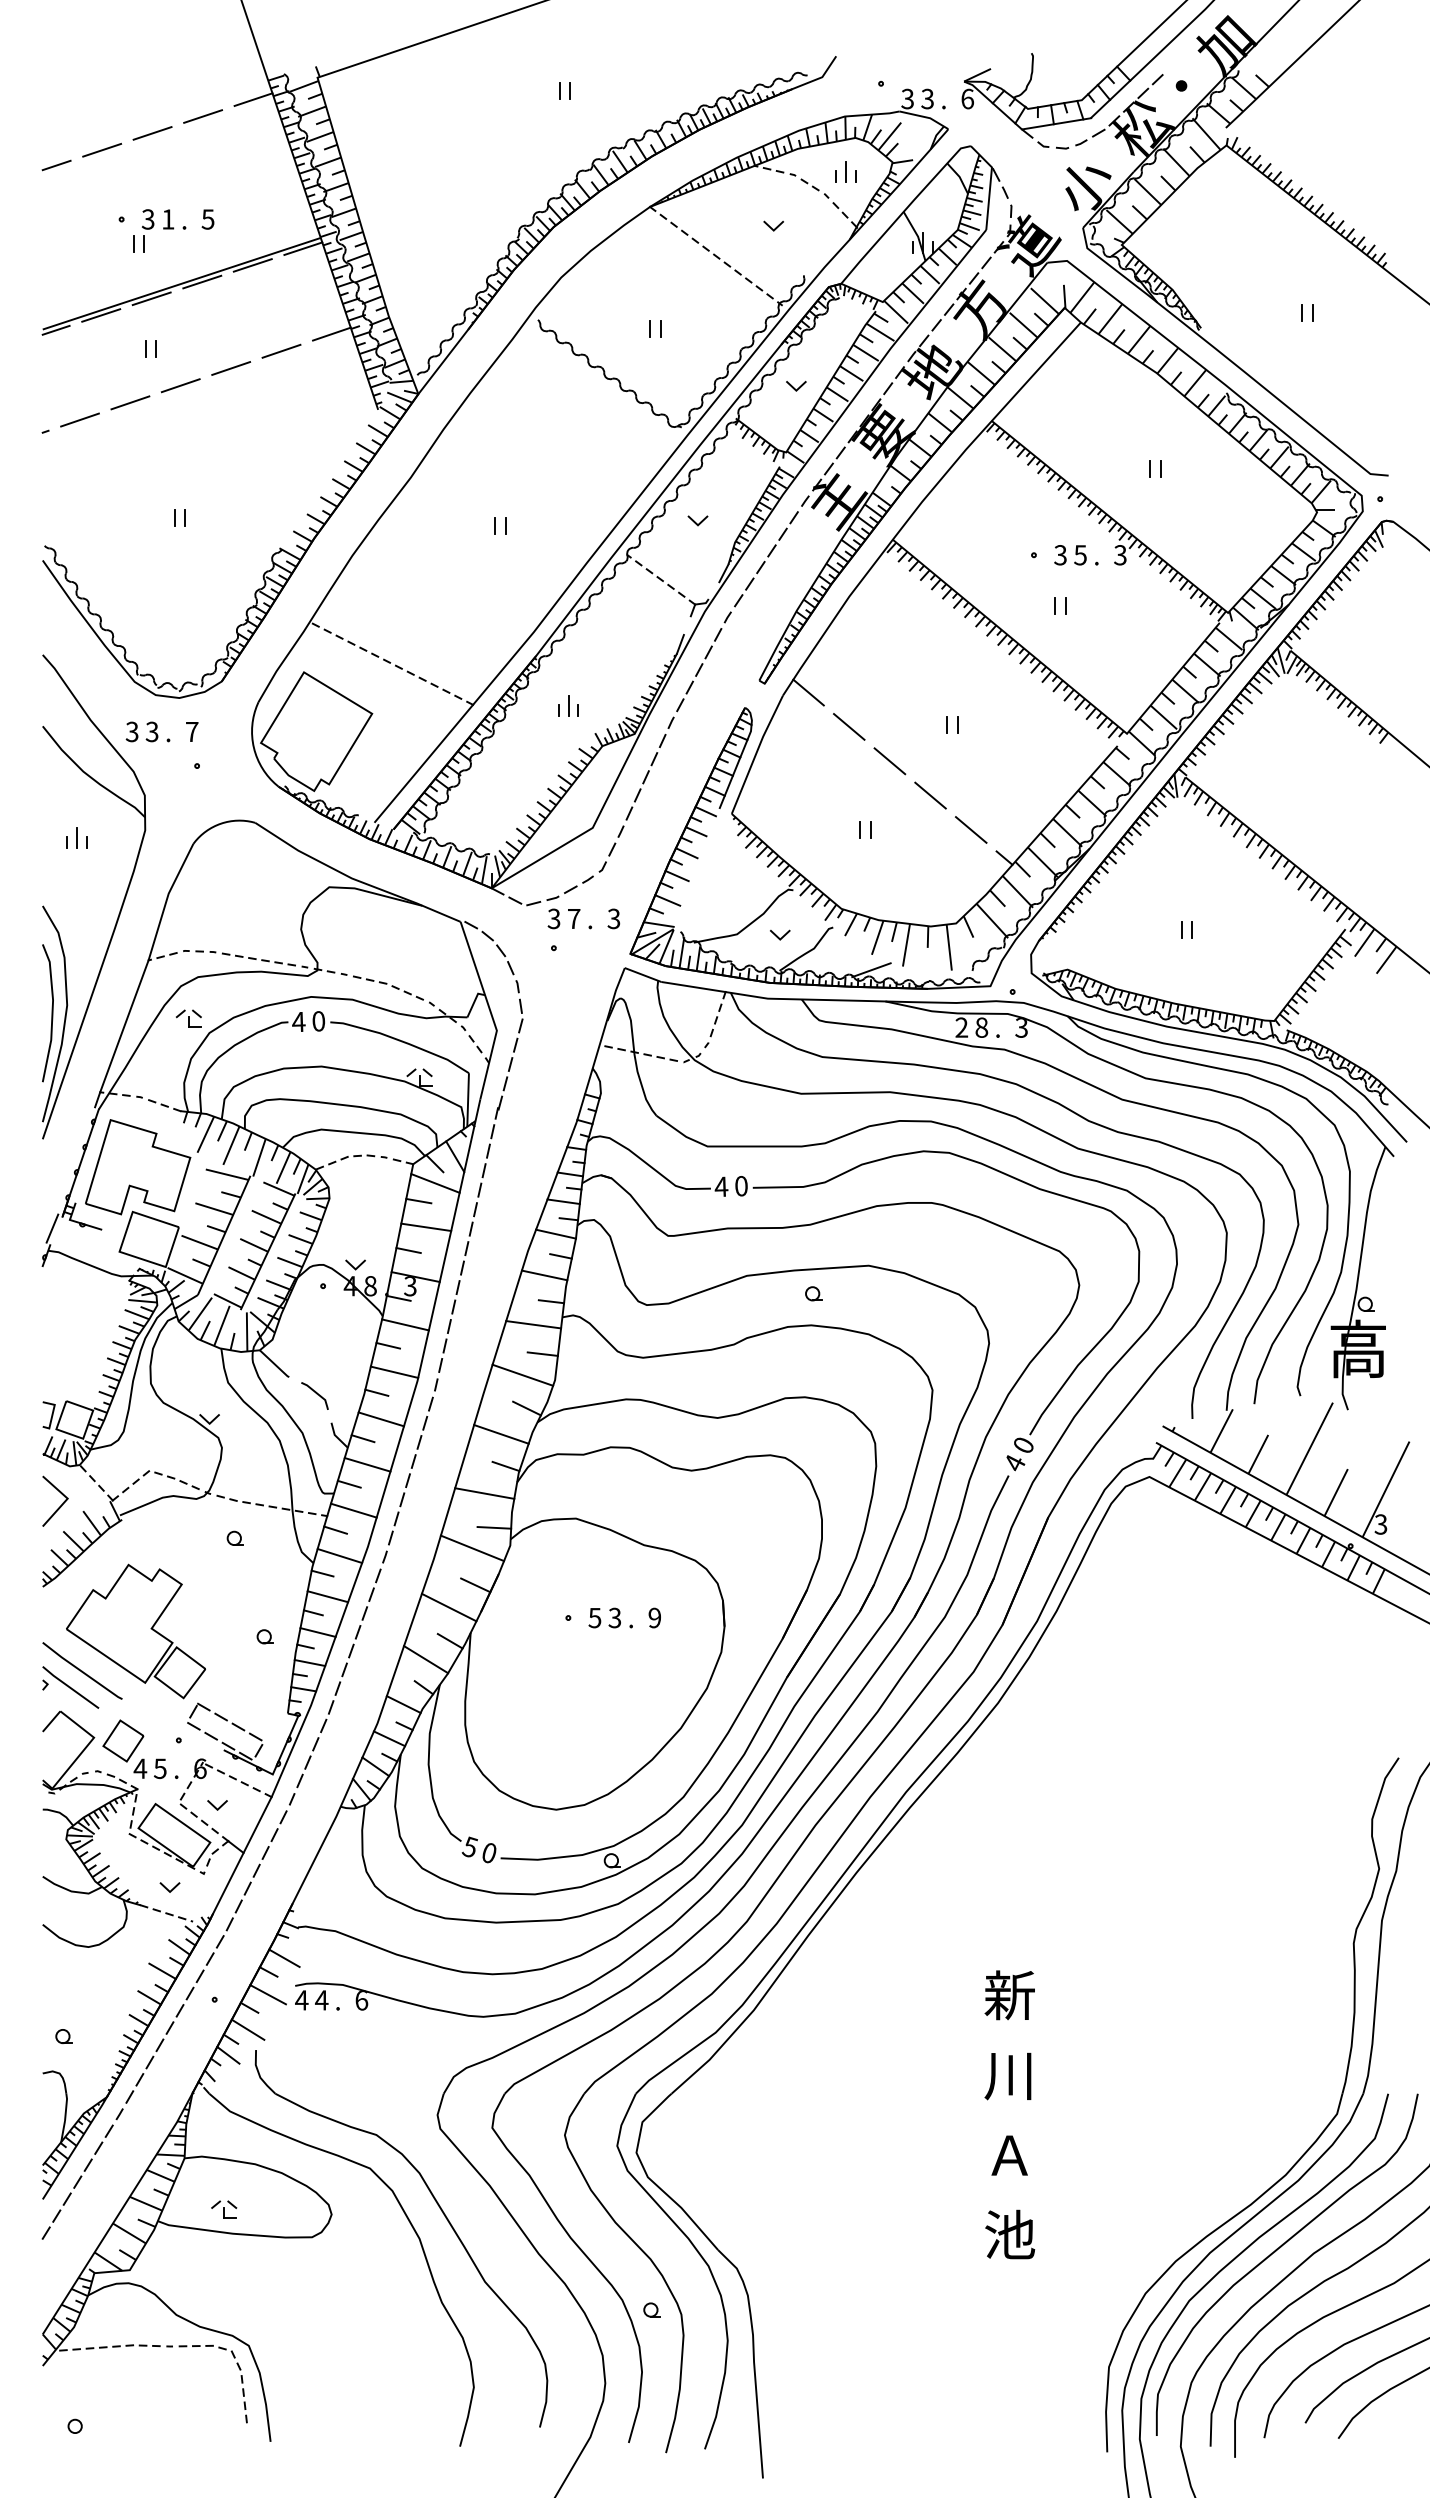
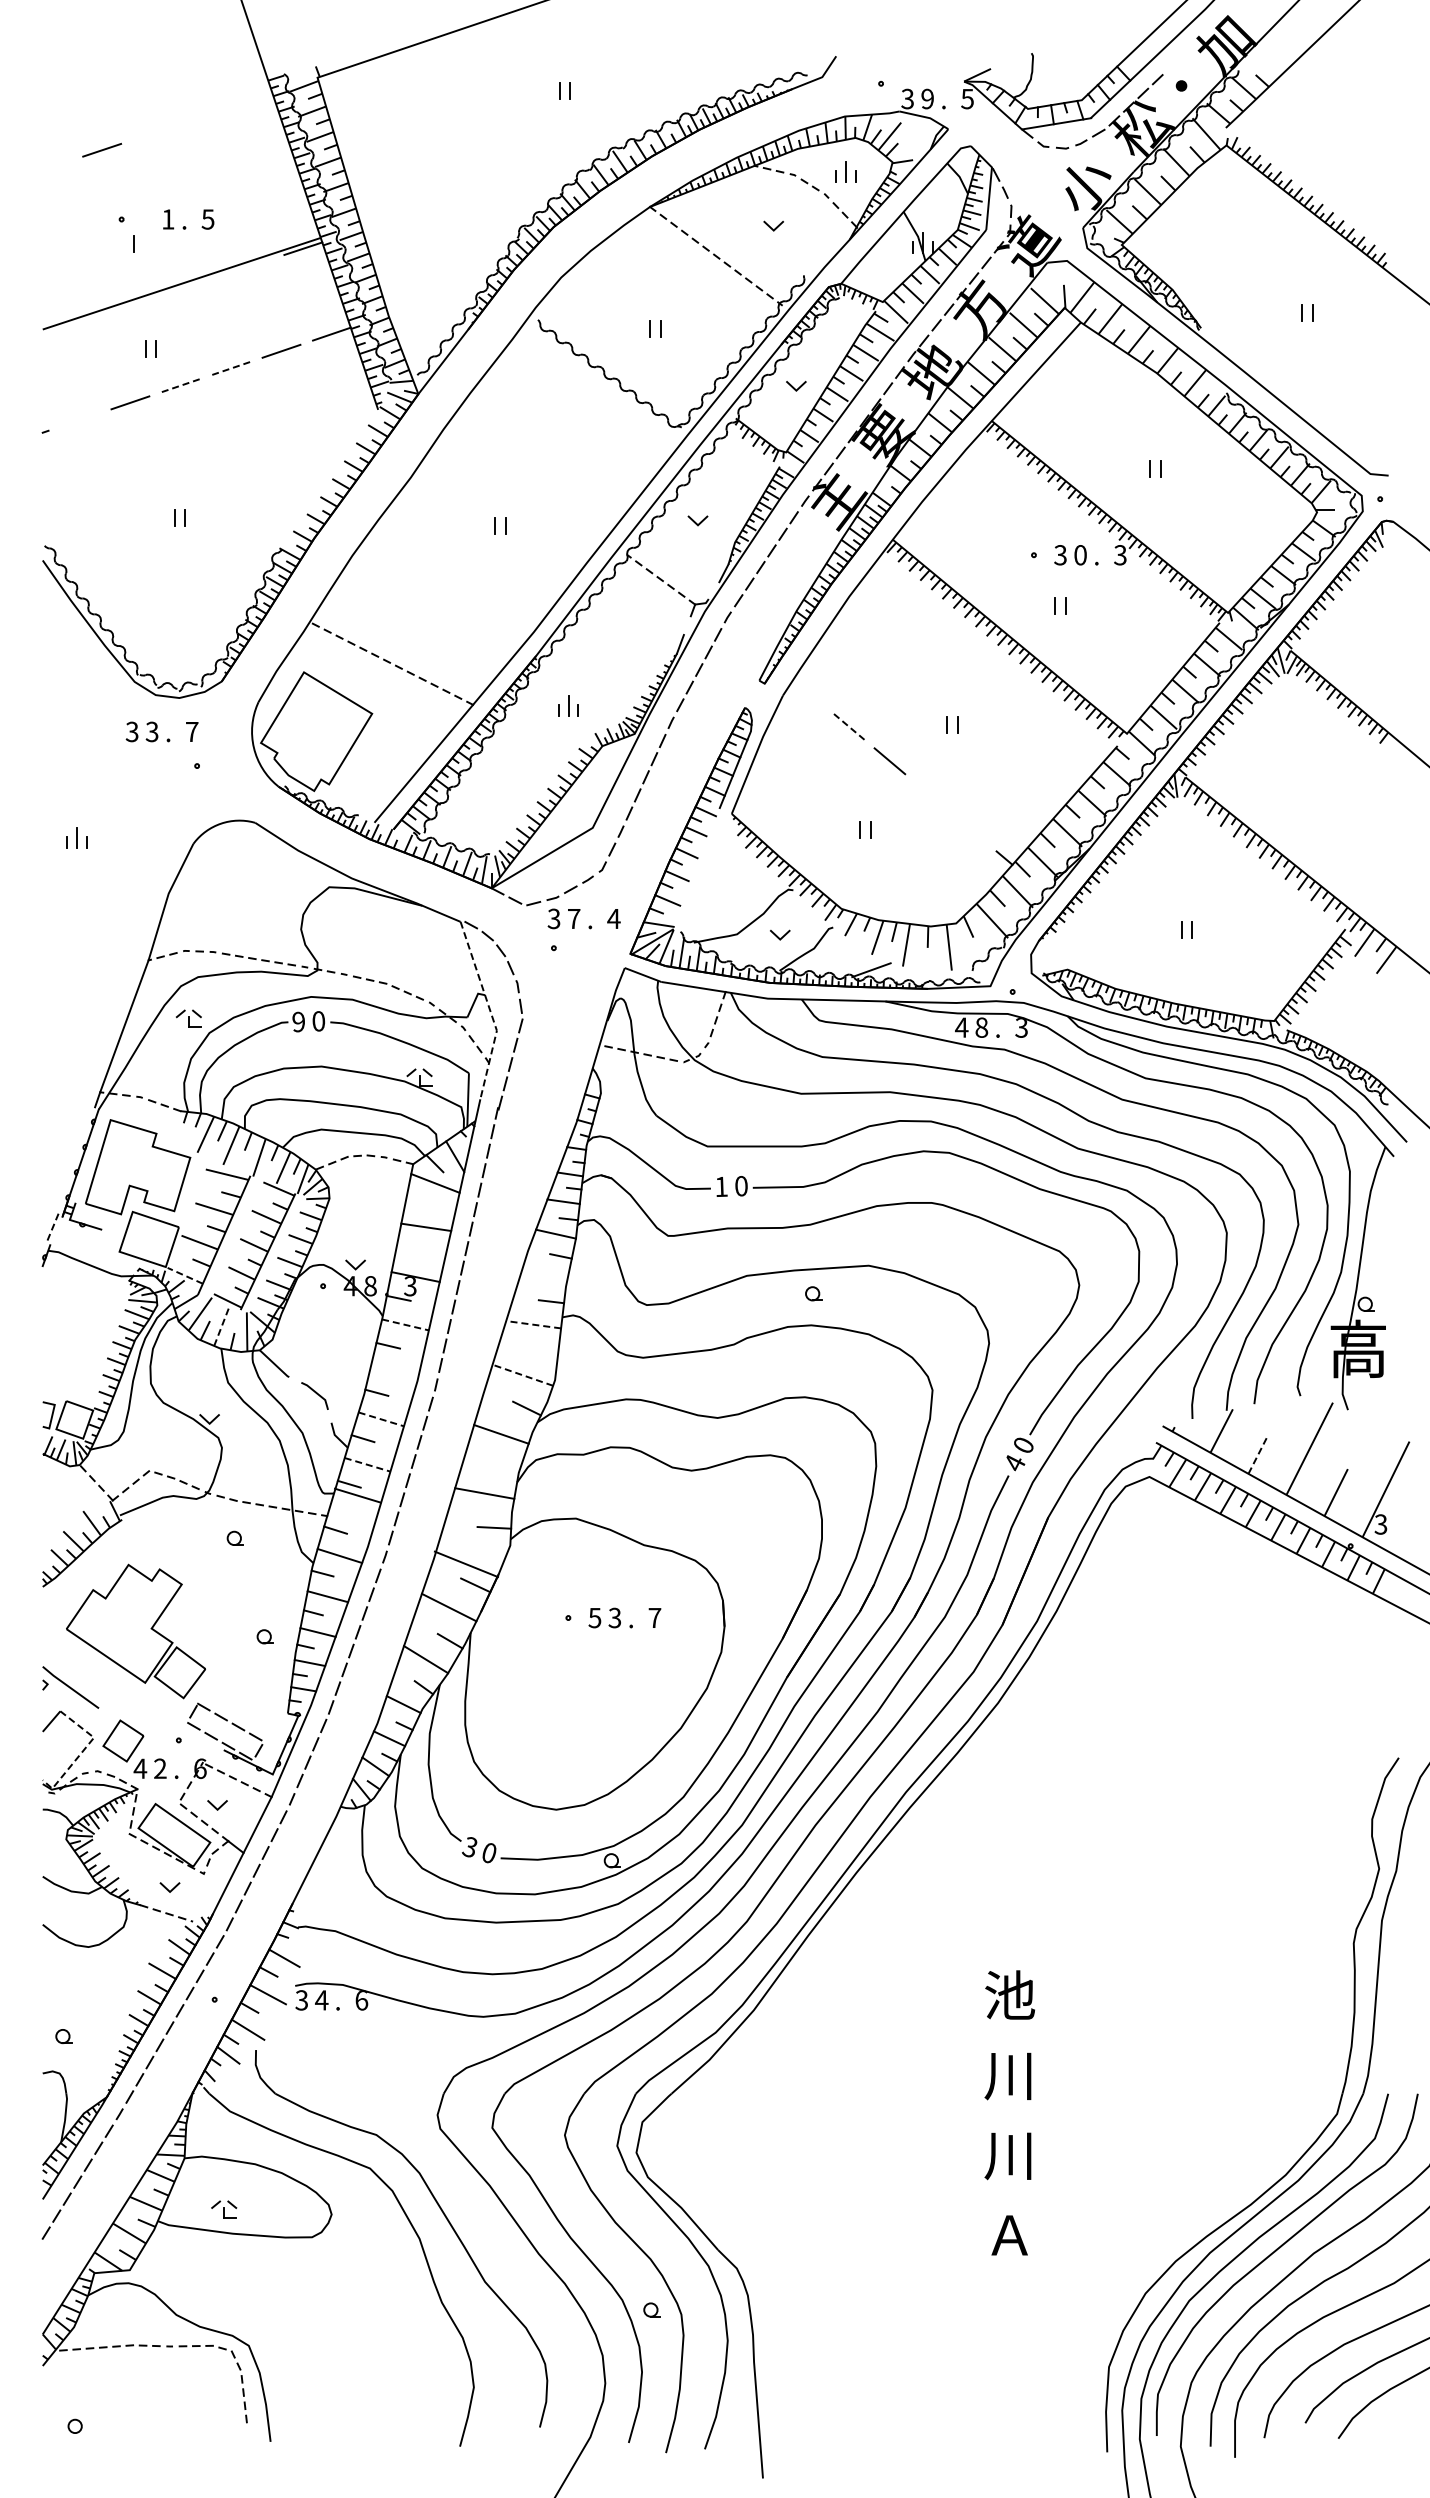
text at (967, 98): 6 -> 5
line at (253, 99): present -> none
text at (927, 99): 3 -> 9
line at (202, 116): present -> none
line at (152, 133): present -> none
line at (56, 165): present -> none
part at (148, 230): present -> none
line at (252, 265): present -> none
line at (202, 281): present -> none
line at (151, 298): present -> none
line at (101, 315): present -> none
line at (55, 329): present -> none
line at (231, 368): solid -> dashed
line at (180, 385): solid -> dashed
line at (79, 419): present -> none
text at (1080, 555): 5 -> 0
line at (808, 692): present -> none
line at (849, 726): solid -> dashed
line at (930, 795): present -> none
line at (970, 829): present -> none
part at (121, 904): present -> none
text at (613, 918): 3 -> 4
line at (490, 1010): solid -> dashed
text at (298, 1021): 4 -> 9
text at (961, 1027): 2 -> 4
text at (721, 1186): 4 -> 1
line at (418, 1200): present -> none
line at (52, 1229): solid -> dashed
line at (408, 1250): present -> none
line at (184, 1275): solid -> dashed
line at (544, 1275): present -> none
line at (533, 1324): solid -> dashed
line at (222, 1325): solid -> dashed
line at (405, 1325): solid -> dashed
line at (542, 1353): present -> none
line at (394, 1371): present -> none
line at (522, 1375): solid -> dashed
line at (381, 1419): solid -> dashed
line at (1258, 1454): solid -> dashed
line at (367, 1464): solid -> dashed
line at (505, 1466): present -> none
line at (60, 1505): present -> none
line at (353, 1510) position: (353, 1510) -> (357, 1495)
line at (472, 1548) position: (472, 1548) -> (466, 1564)
text at (654, 1617): 9 -> 7
line at (82, 1670): present -> none
line at (82, 1751): solid -> dashed
text at (159, 1768): 5 -> 2
text at (471, 1846): 5 -> 3
text at (1009, 1995): 新 -> 池
text at (301, 2000): 4 -> 3
text at (1007, 2156): Ａ -> 川
text at (1010, 2234): 池 -> Ａ
